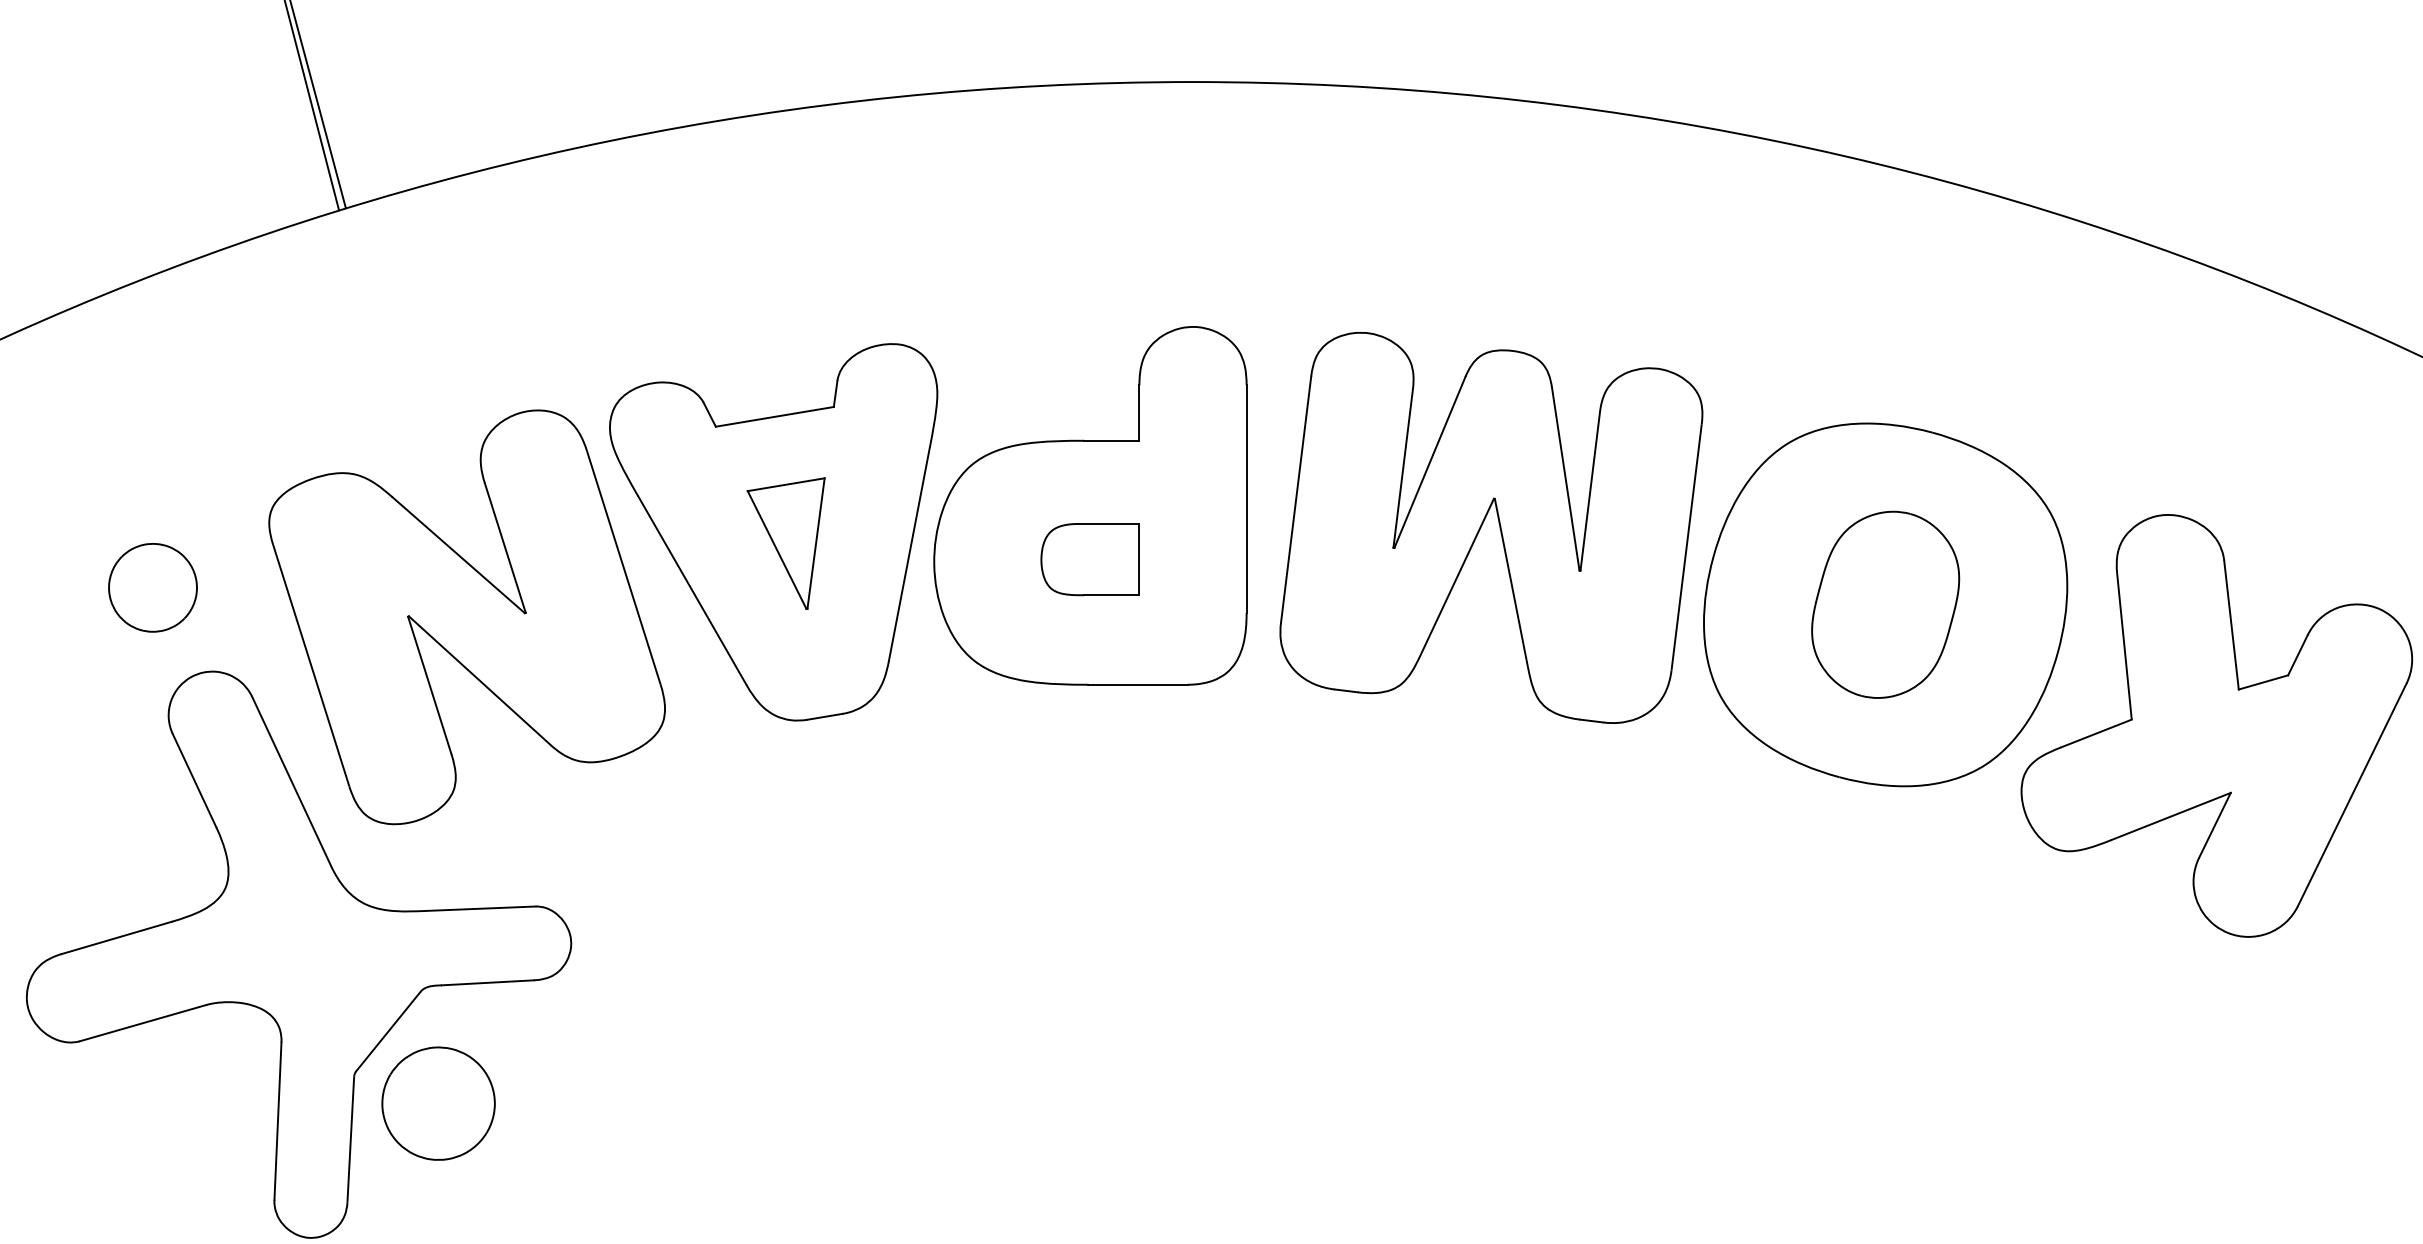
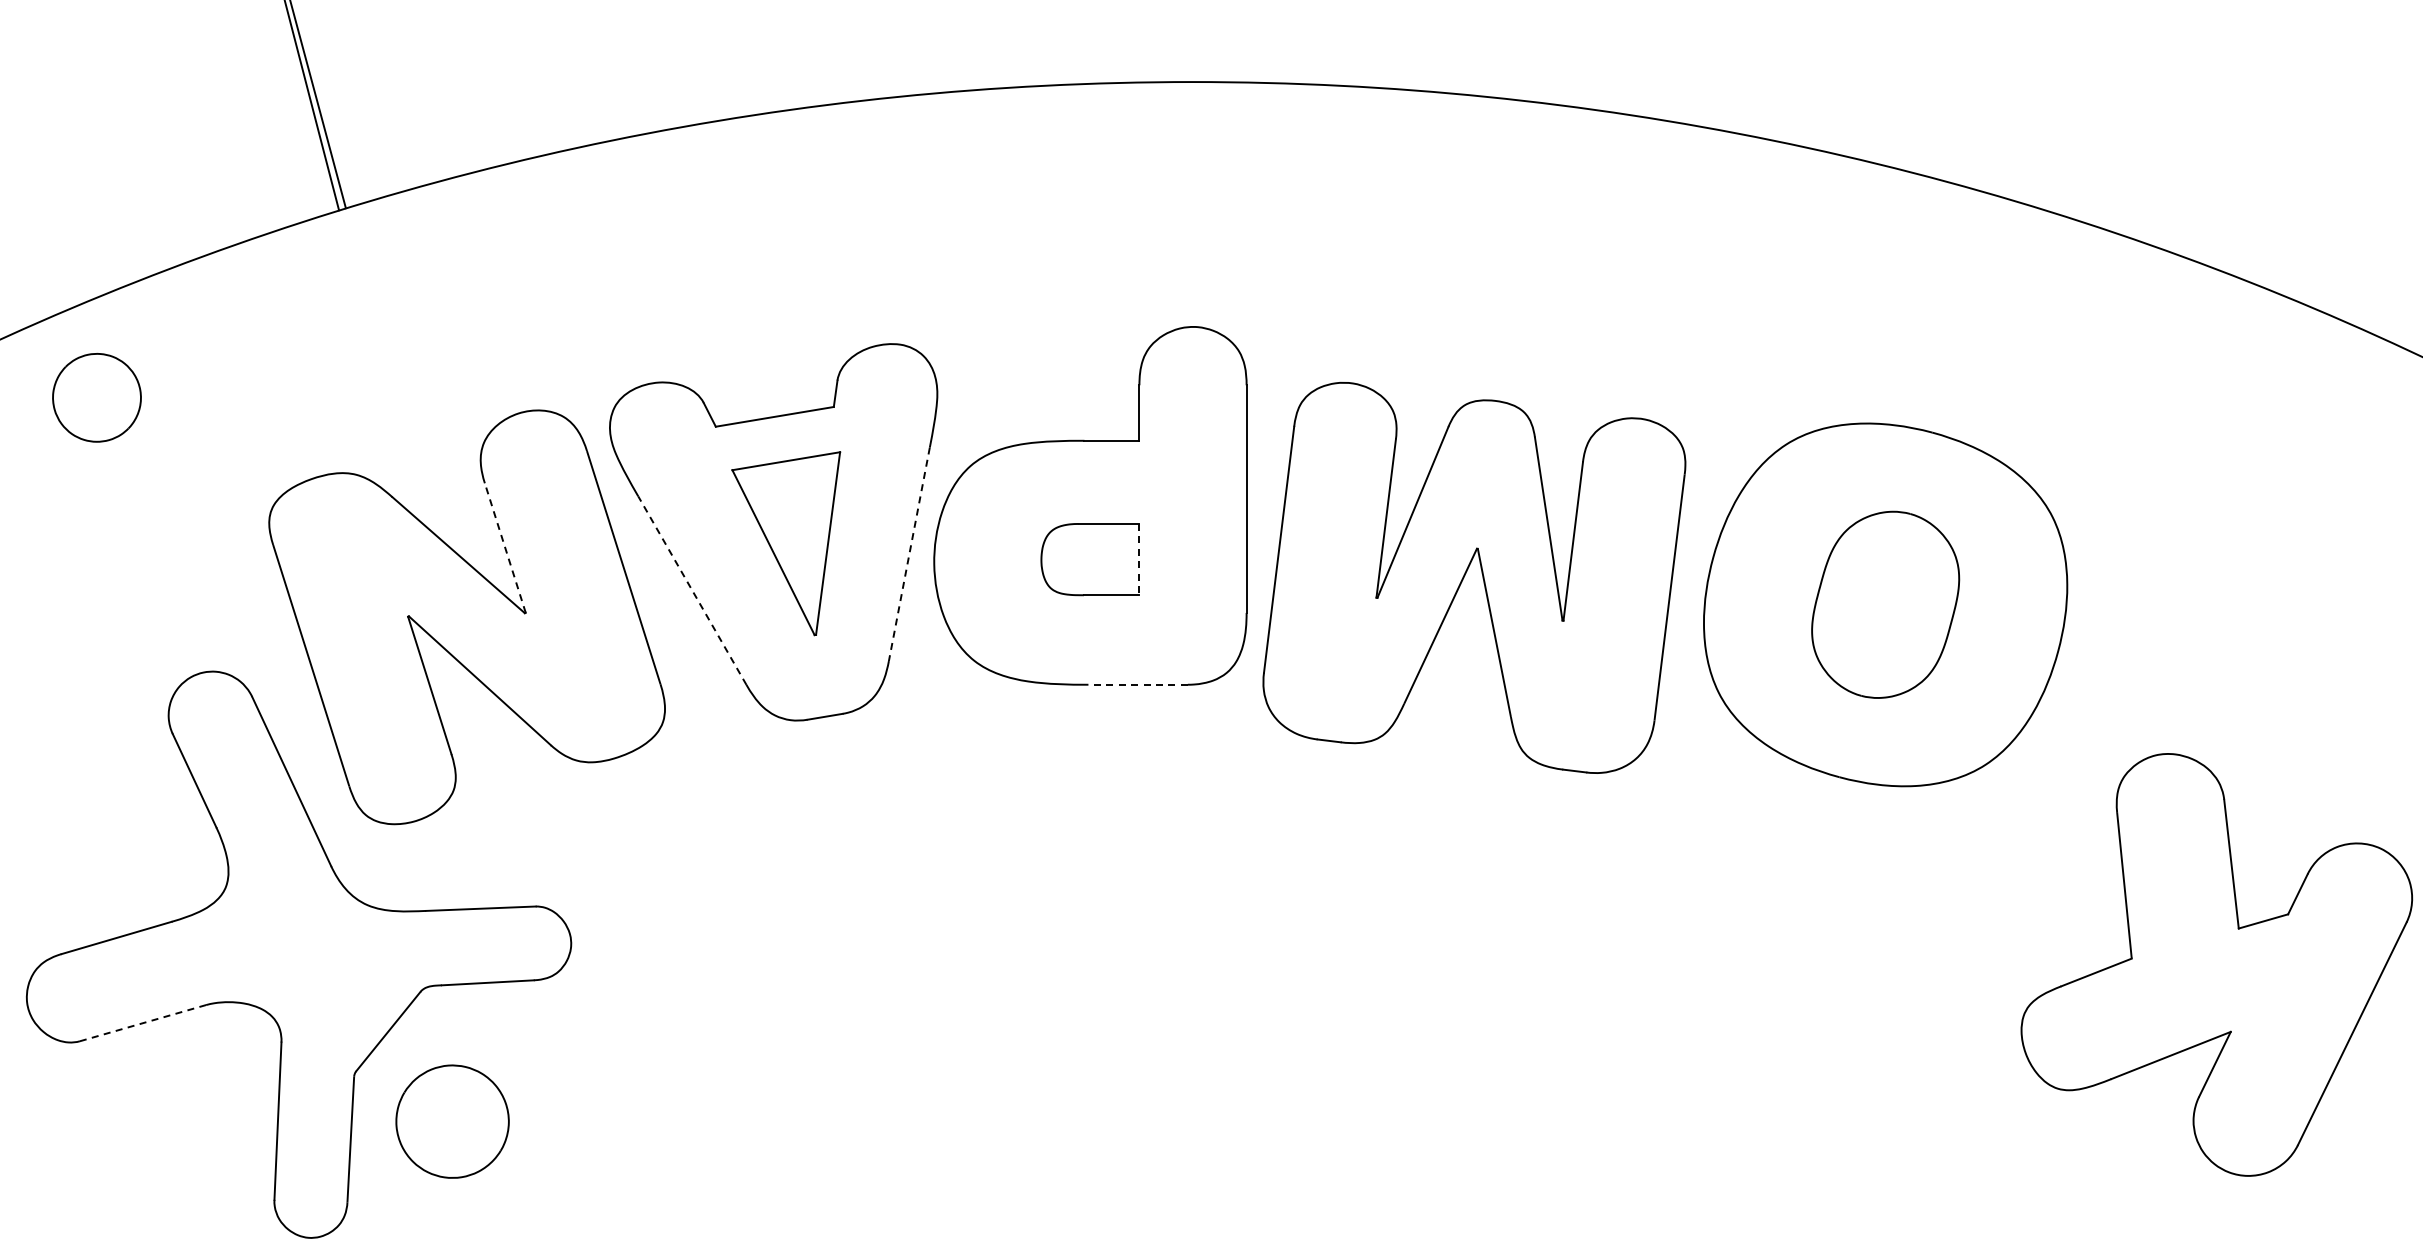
part at (1499, 527) position: (1499, 527) -> (1482, 577)
part at (785, 543) size: 80x133 px -> 111x186 px
line at (505, 548): solid -> dashed
line at (909, 554): solid -> dashed
line at (1139, 559): solid -> dashed
part at (152, 587) position: (152, 587) -> (96, 397)
line at (692, 590): solid -> dashed
line at (1138, 684): solid -> dashed
part at (2216, 725) position: (2216, 725) -> (2216, 964)
line at (143, 1023): solid -> dashed
part at (438, 1103) position: (438, 1103) -> (452, 1121)
